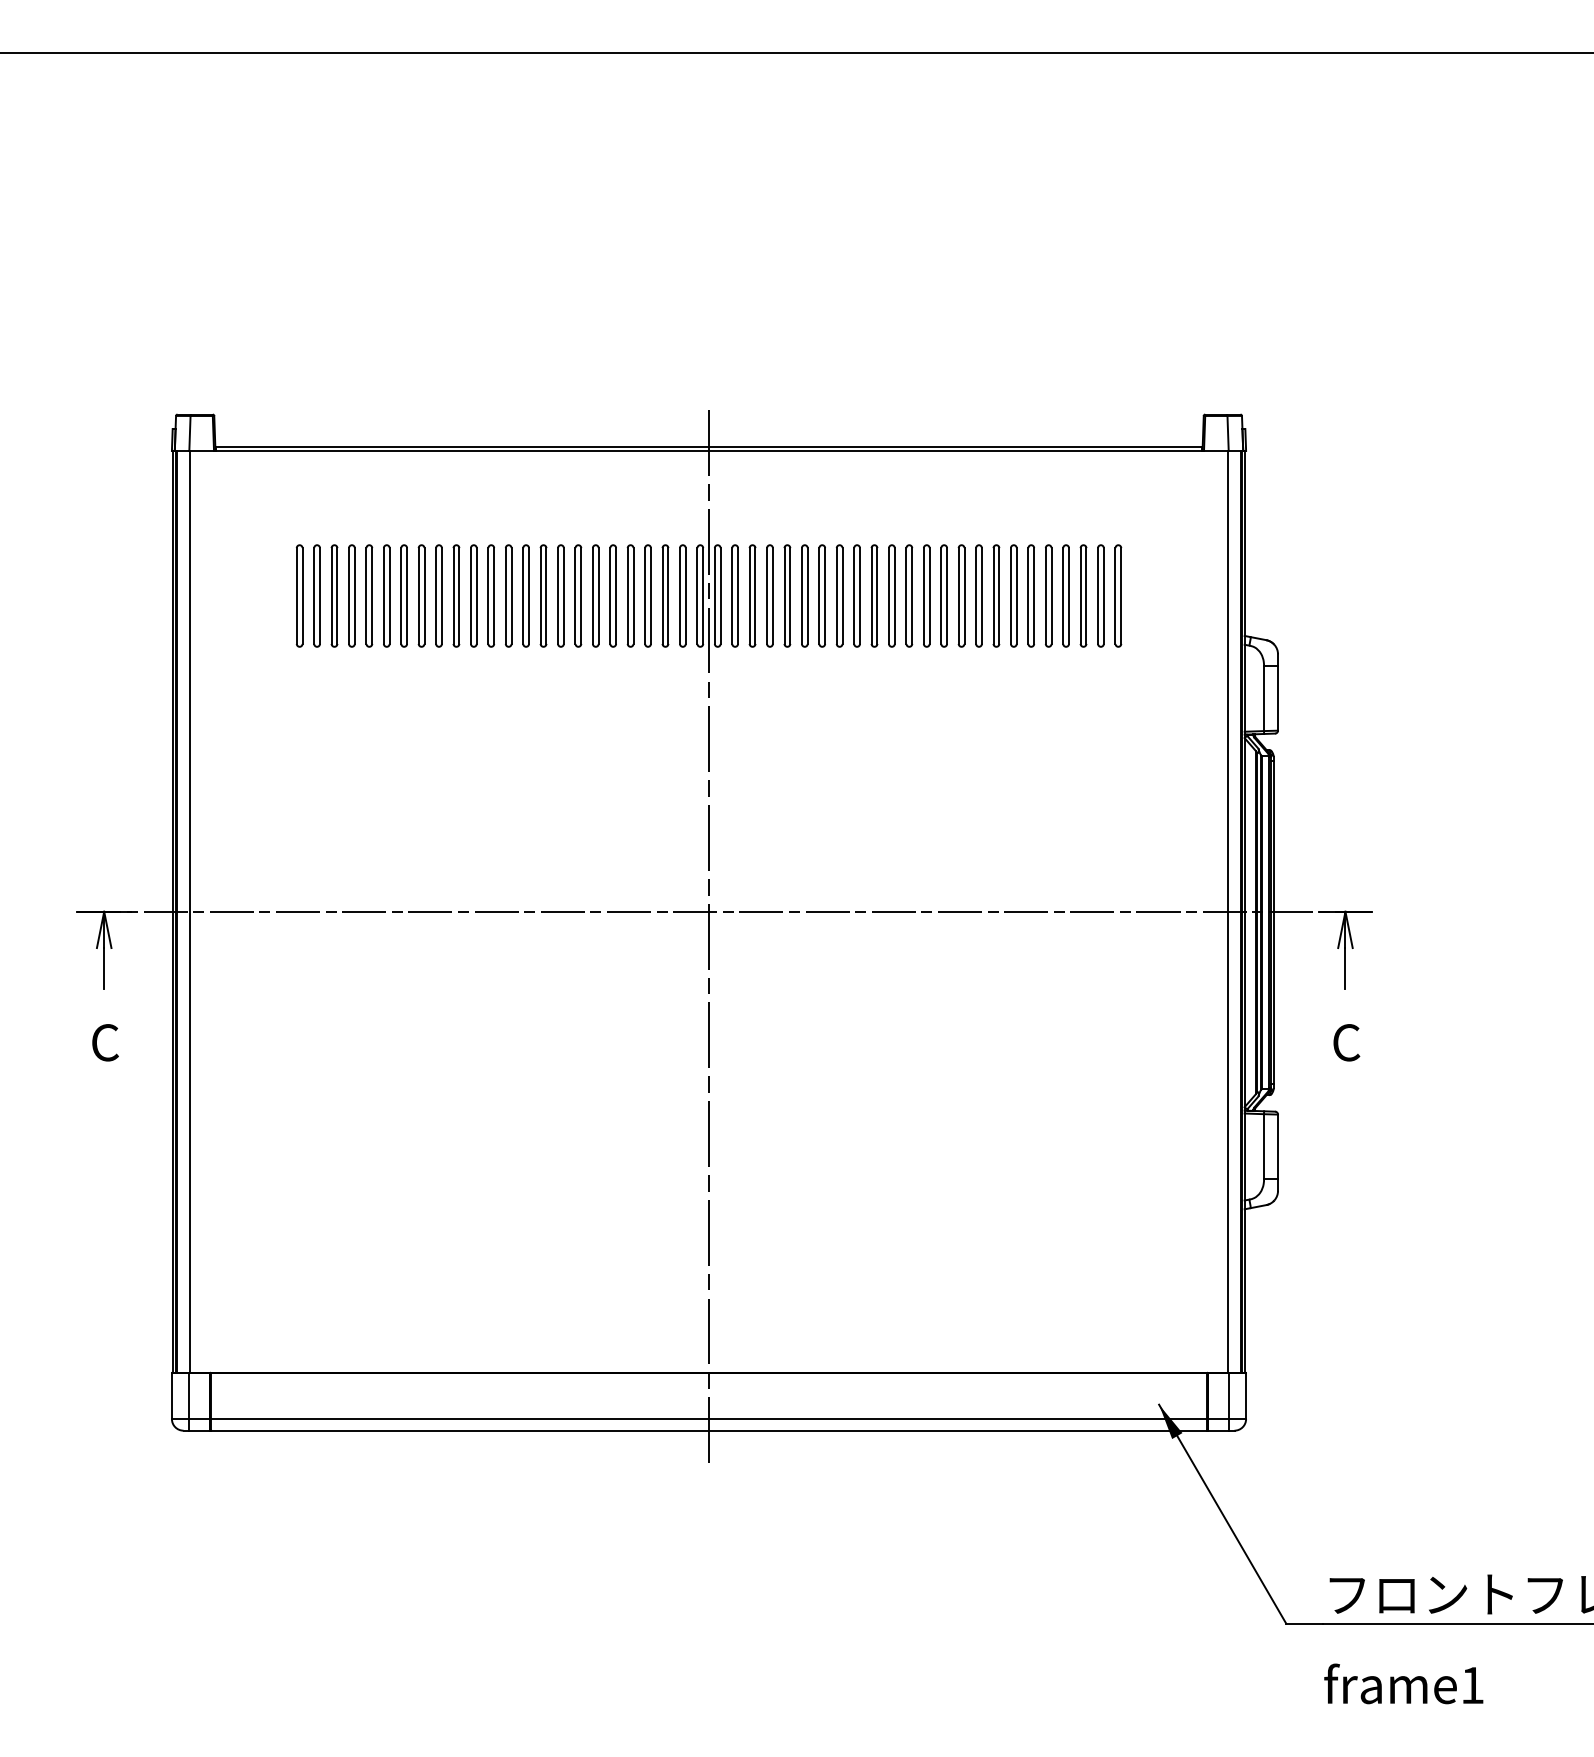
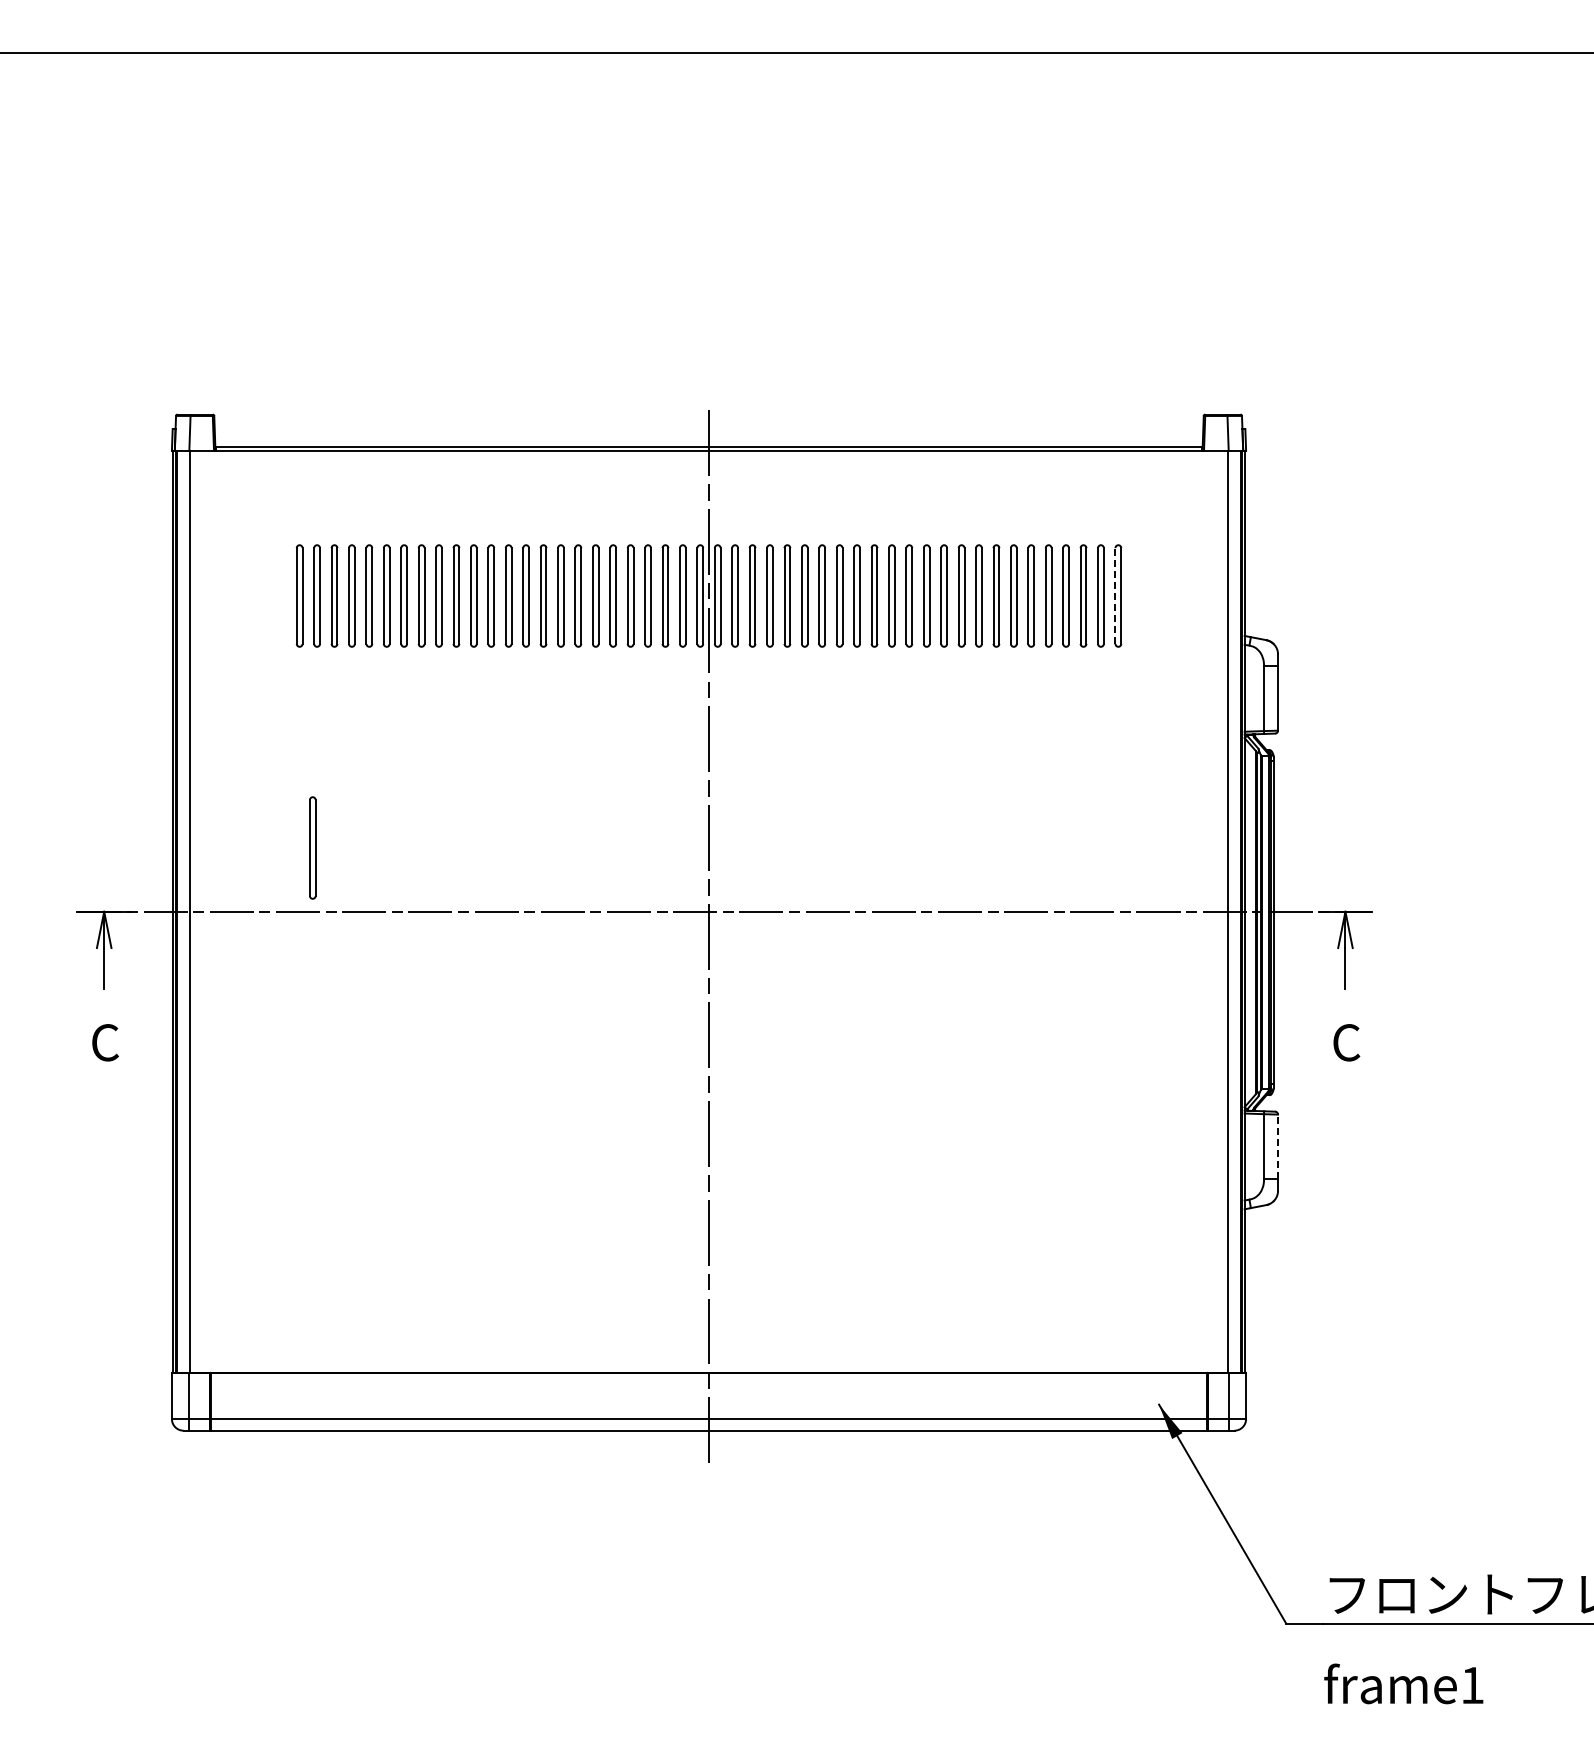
line at (1115, 596): solid -> dashed
part at (312, 847): none -> present
line at (1278, 1146): solid -> dashed
